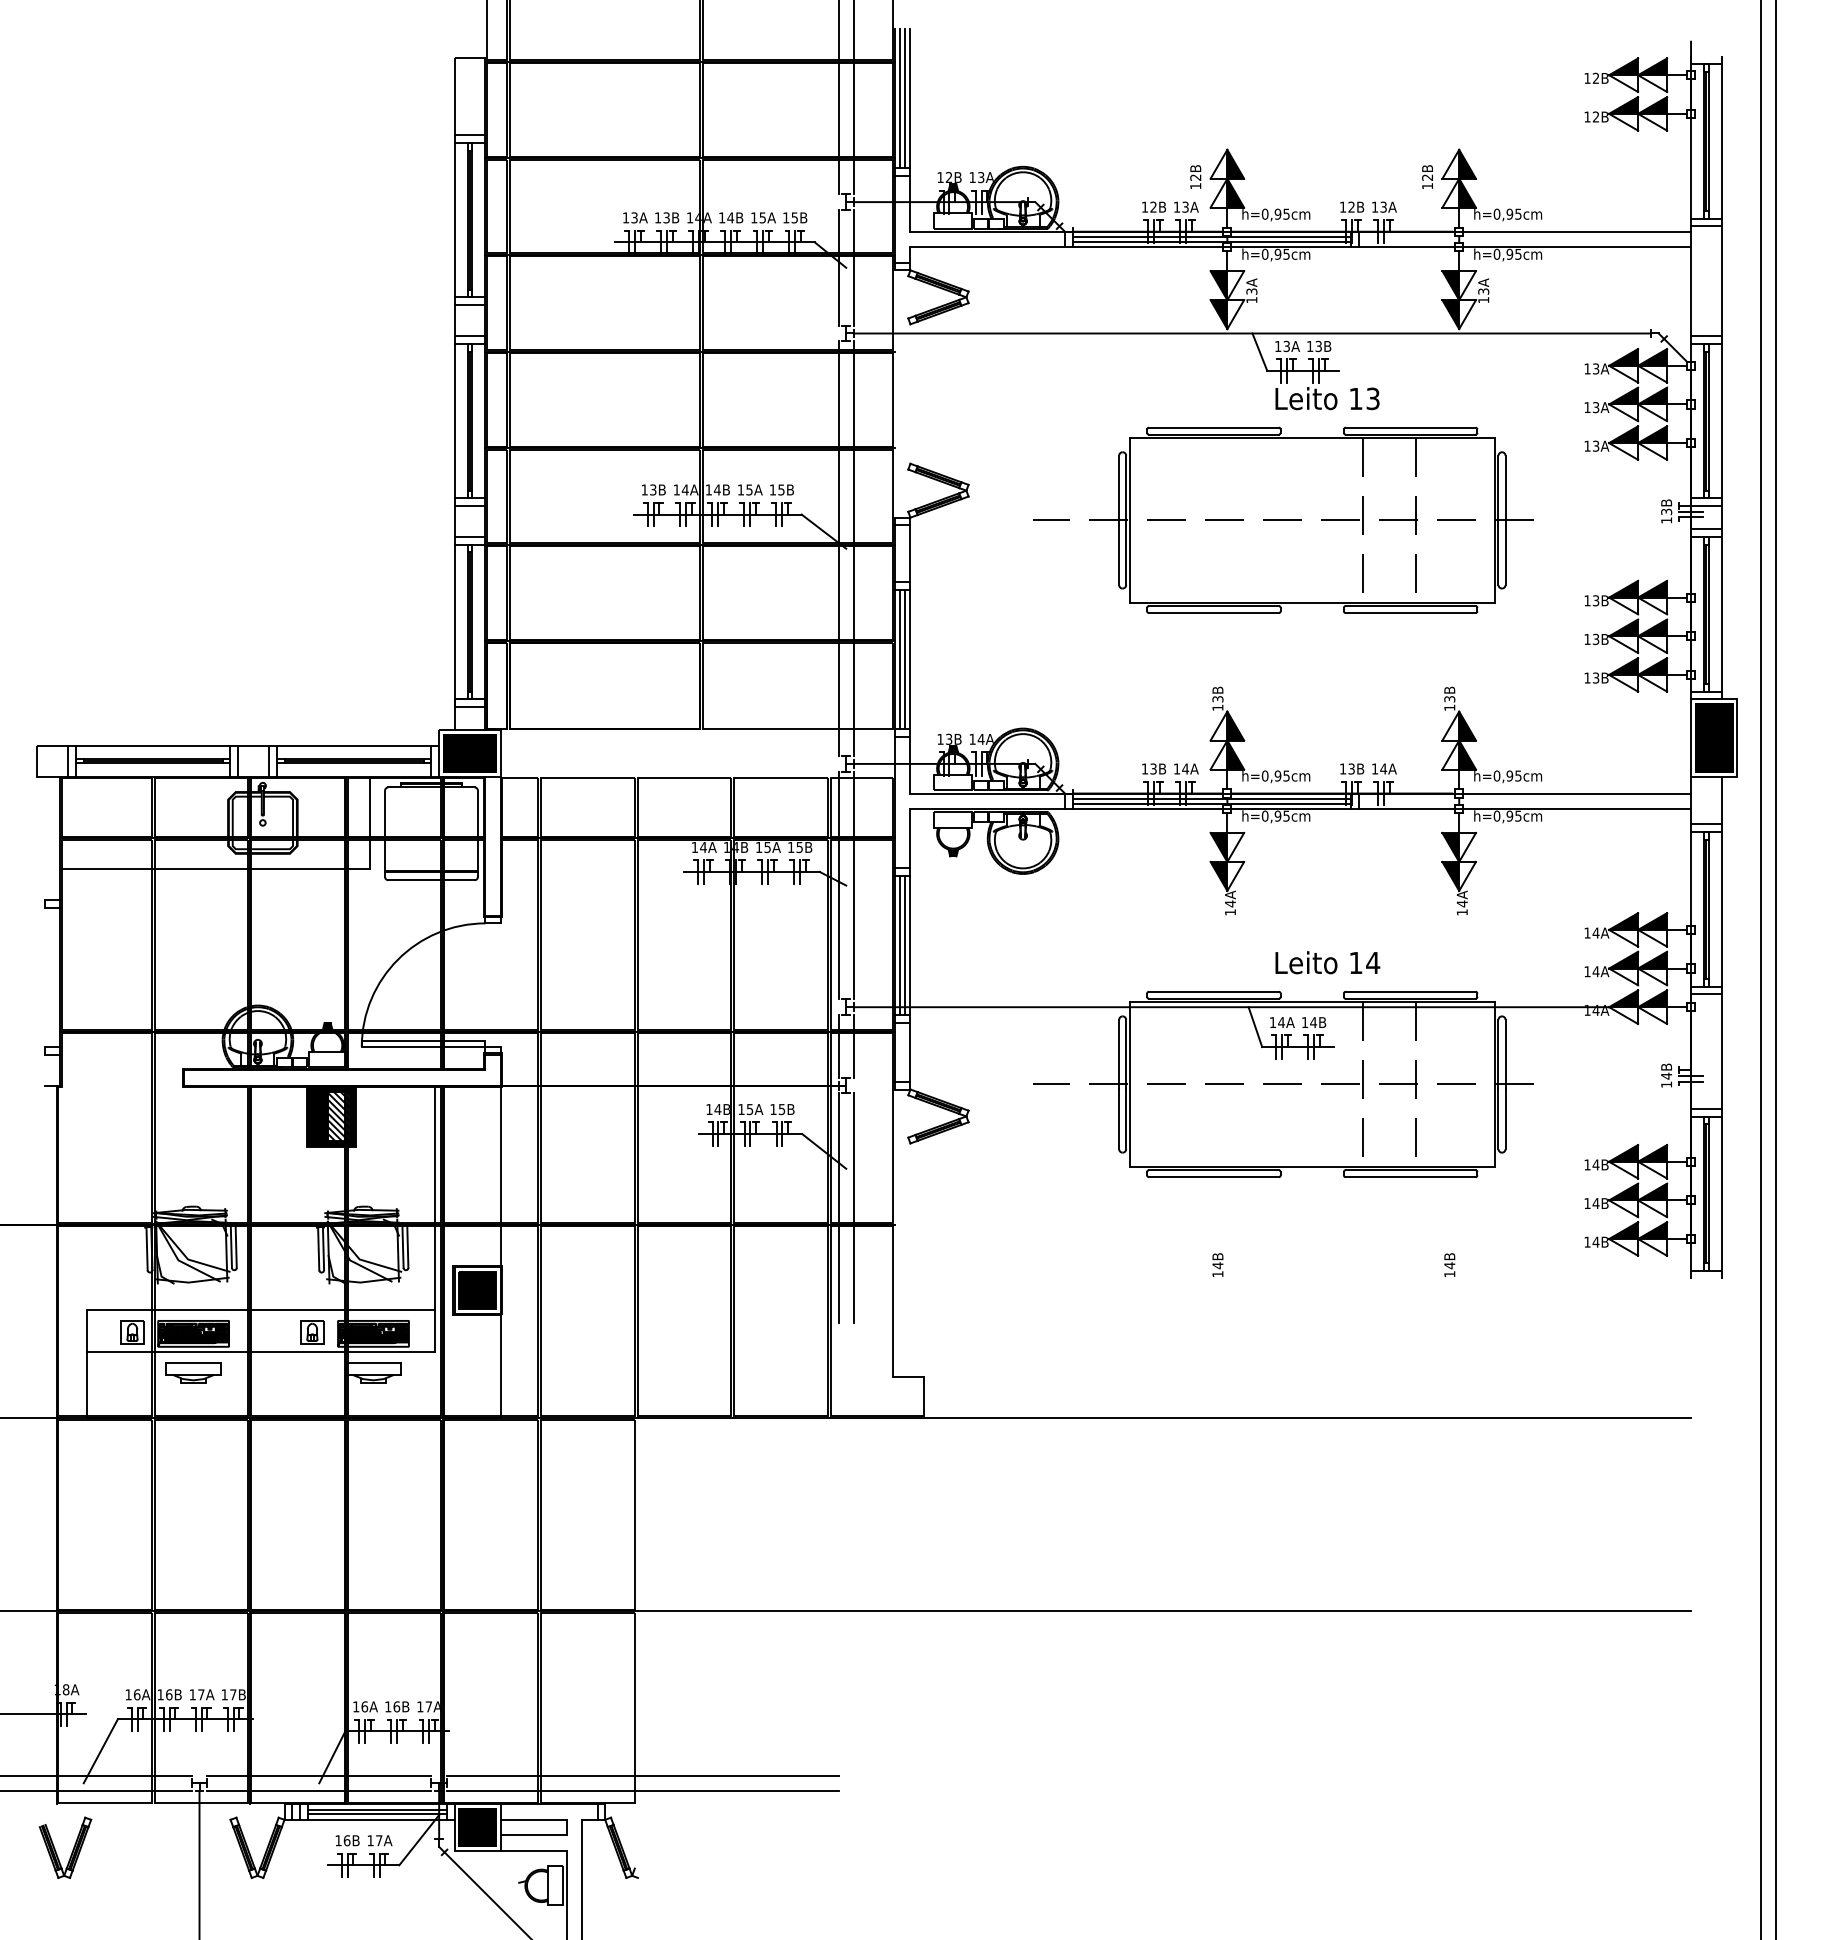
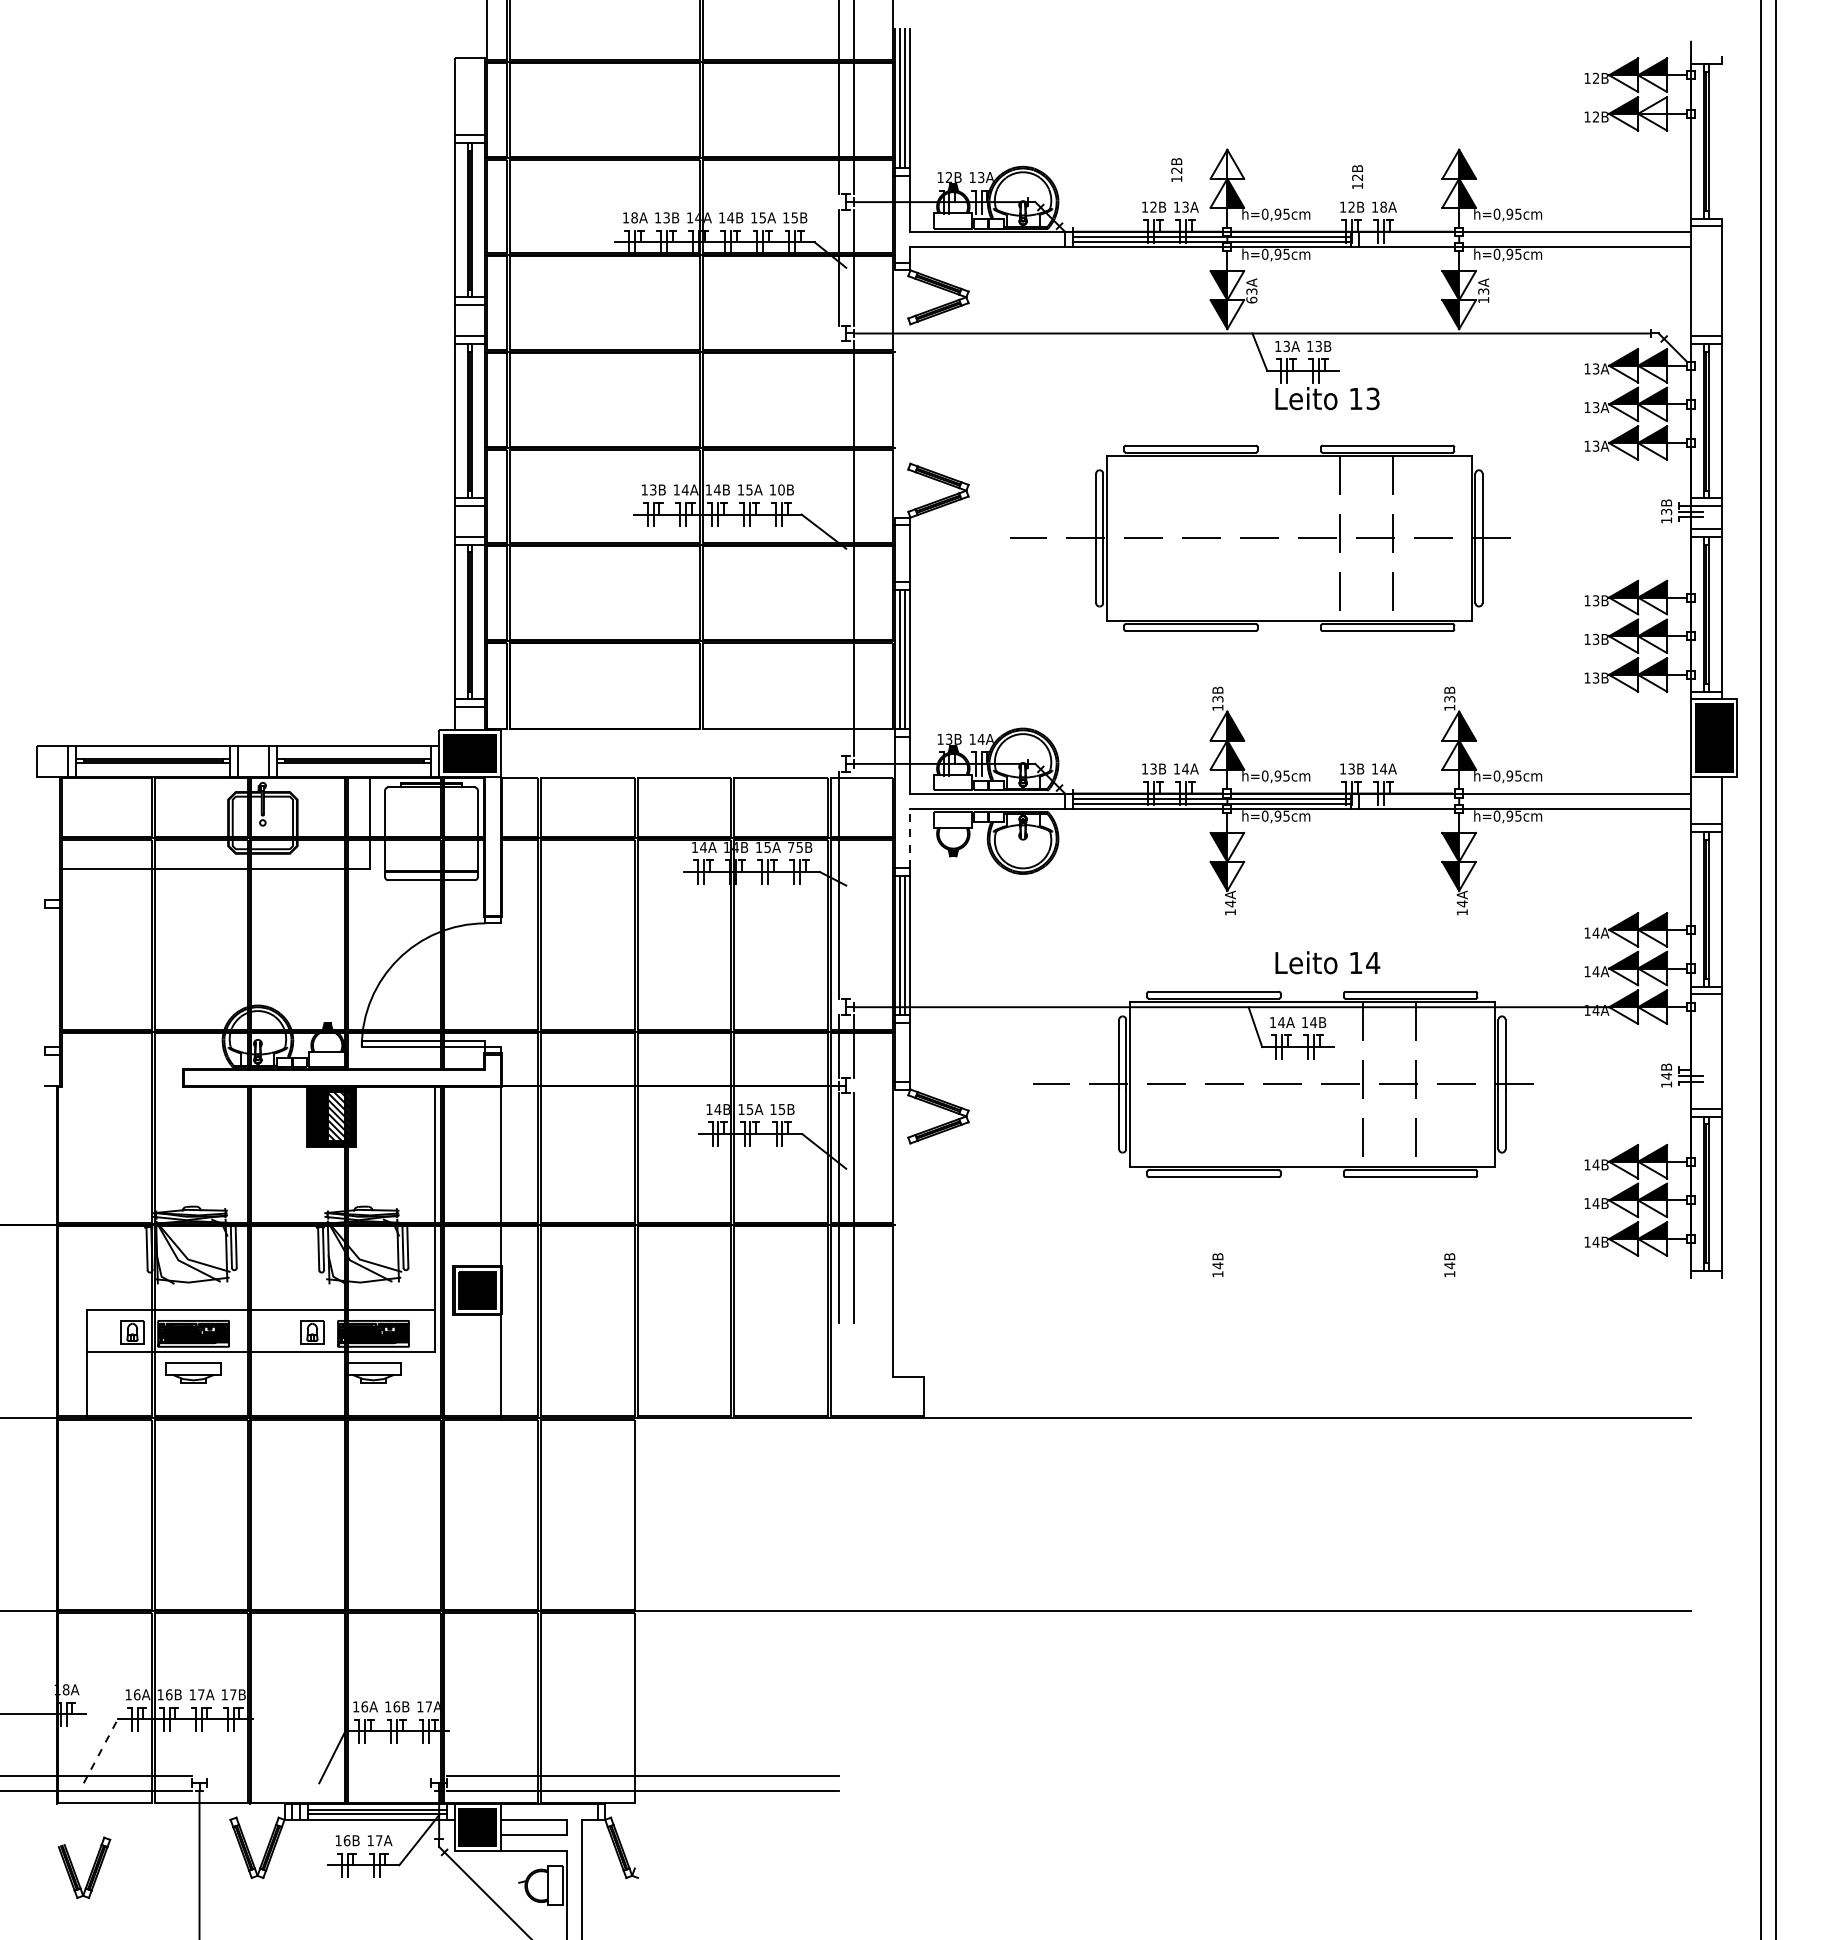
fill at (1652, 105): present -> none
line at (1721, 141): present -> none
fill at (1235, 163): present -> none
text at (1195, 176) position: (1195, 176) -> (1176, 169)
text at (1427, 176) position: (1427, 176) -> (1357, 176)
text at (1383, 206): 13A -> 18A
text at (634, 217): 13A -> 18A
text at (1251, 299): 13A -> 63A
text at (781, 489): 15B -> 10B
part at (1283, 519) position: (1283, 519) -> (1260, 537)
line at (838, 548): present -> none
line at (910, 838): solid -> dashed
text at (791, 847): 15B -> 75B
line at (853, 885): present -> none
line at (101, 1750): solid -> dashed
line at (319, 1775): present -> none
line at (319, 1791): present -> none
part at (72, 1849) position: (72, 1849) -> (91, 1869)
